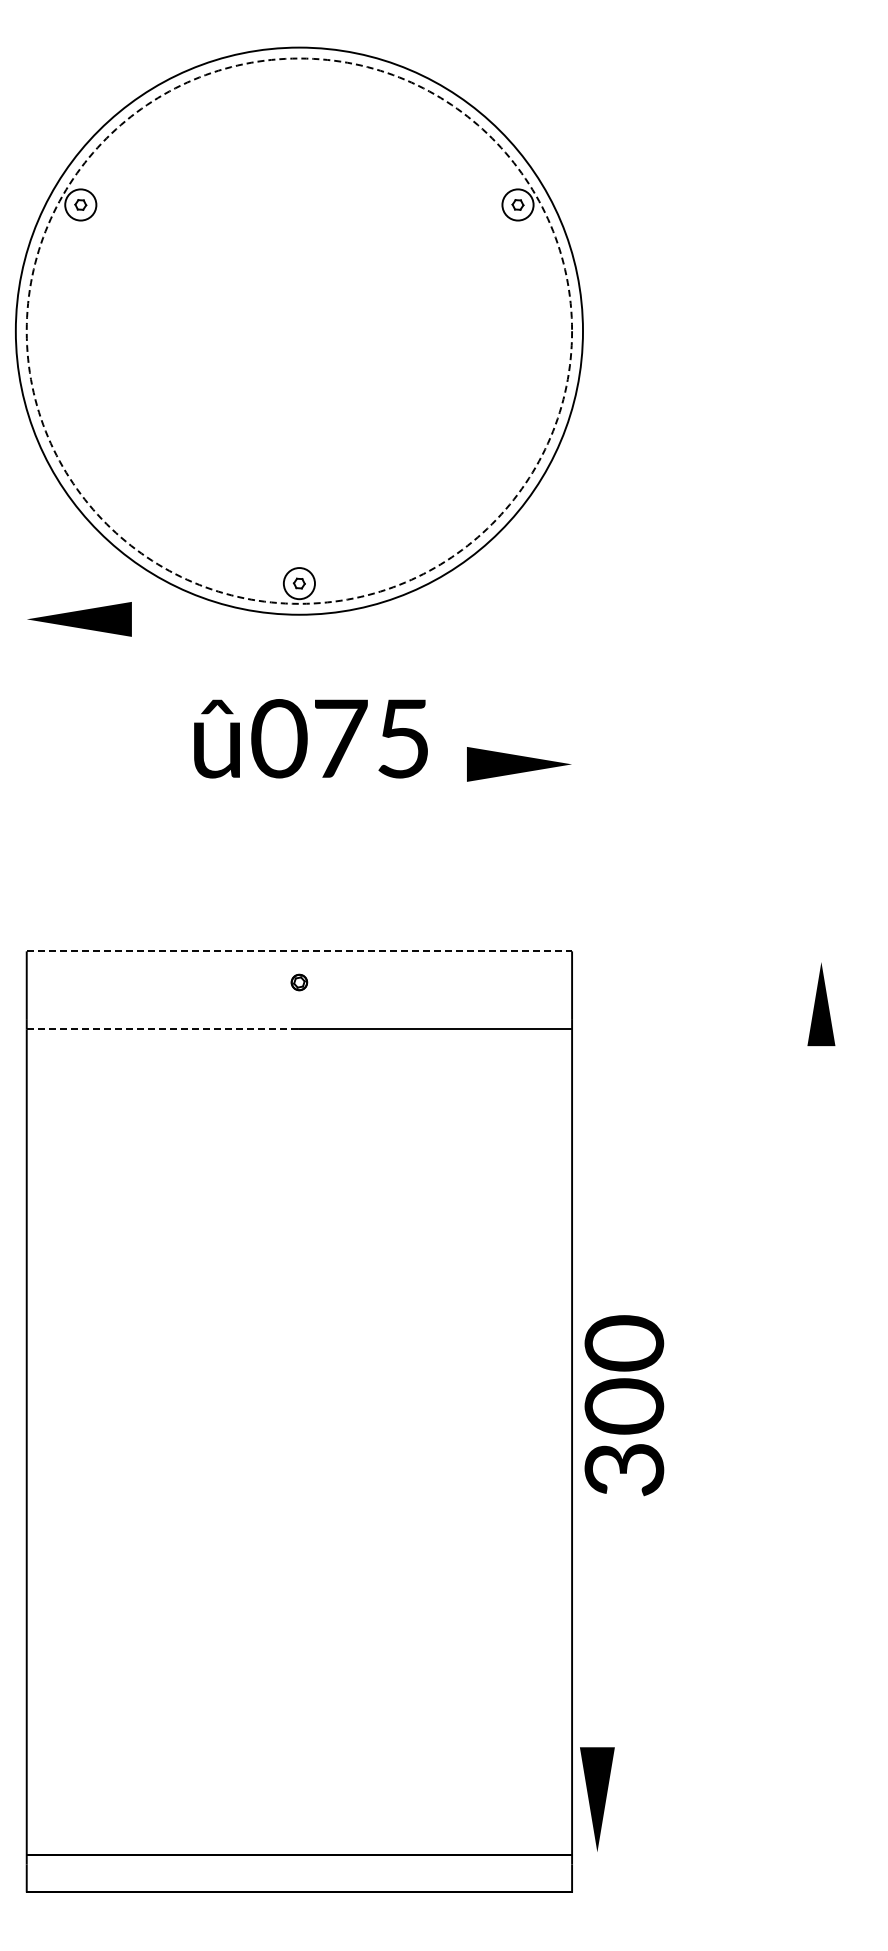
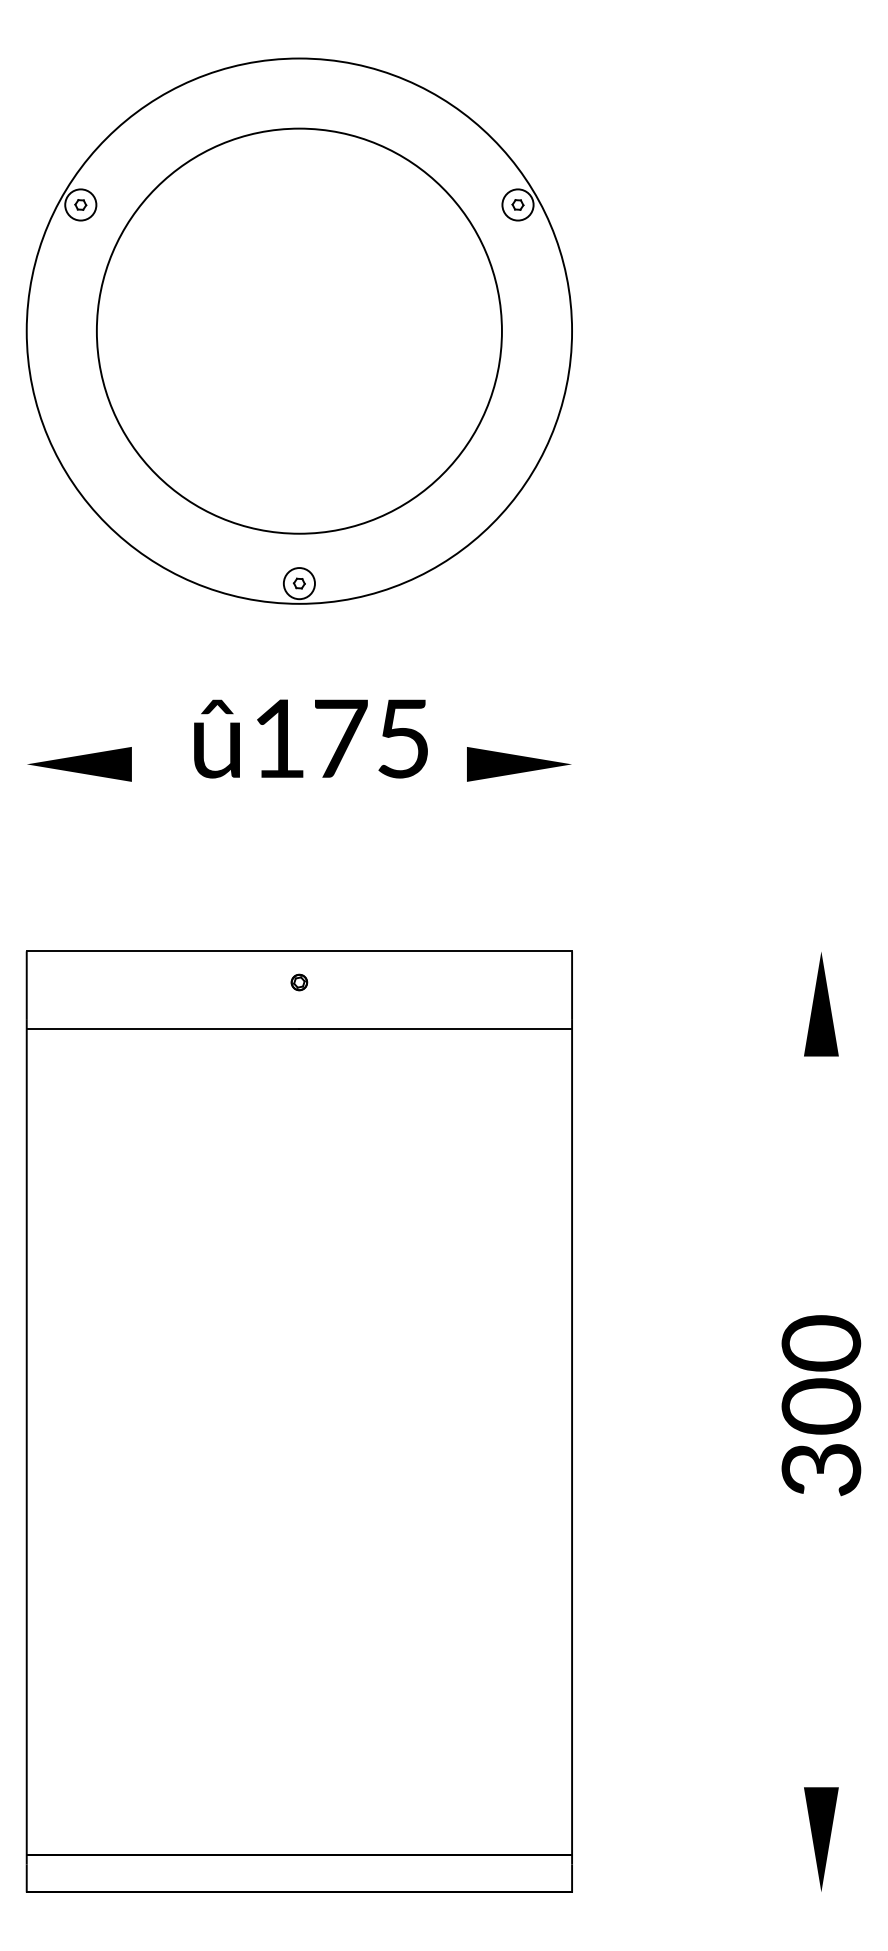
circle at (298, 330) diameter: 567 px -> 405 px
circle at (299, 330): dashed -> solid
part at (79, 619) position: (79, 619) -> (79, 764)
text at (279, 738): 0 -> 1
line at (299, 951): dashed -> solid
part at (821, 1004) size: 29x85 px -> 35x105 px
line at (163, 1029): dashed -> solid
text at (624, 1405) position: (624, 1405) -> (821, 1405)
part at (597, 1799) position: (597, 1799) -> (821, 1839)
